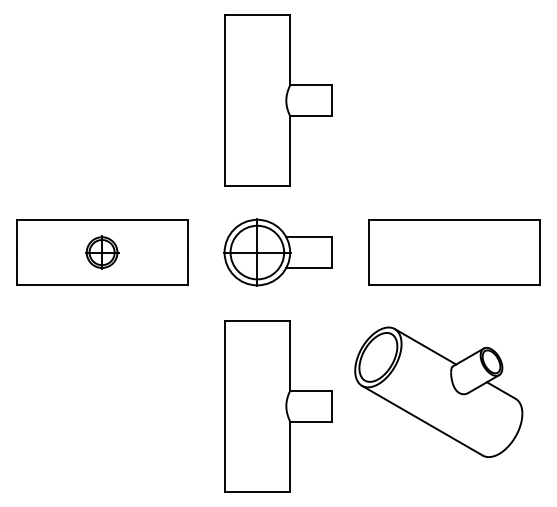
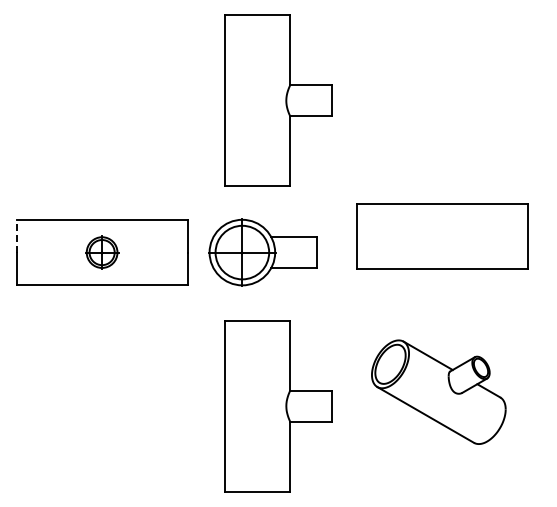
line at (16, 235): solid -> dashed
part at (277, 252) position: (277, 252) -> (262, 252)
part at (454, 252) position: (454, 252) -> (442, 236)
part at (438, 391) size: 170x132 px -> 136x106 px
